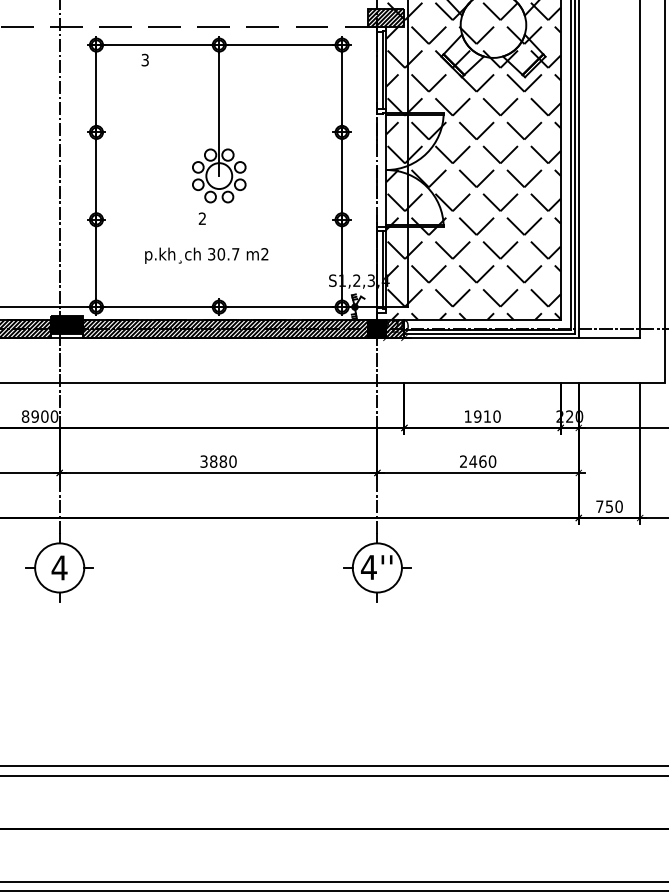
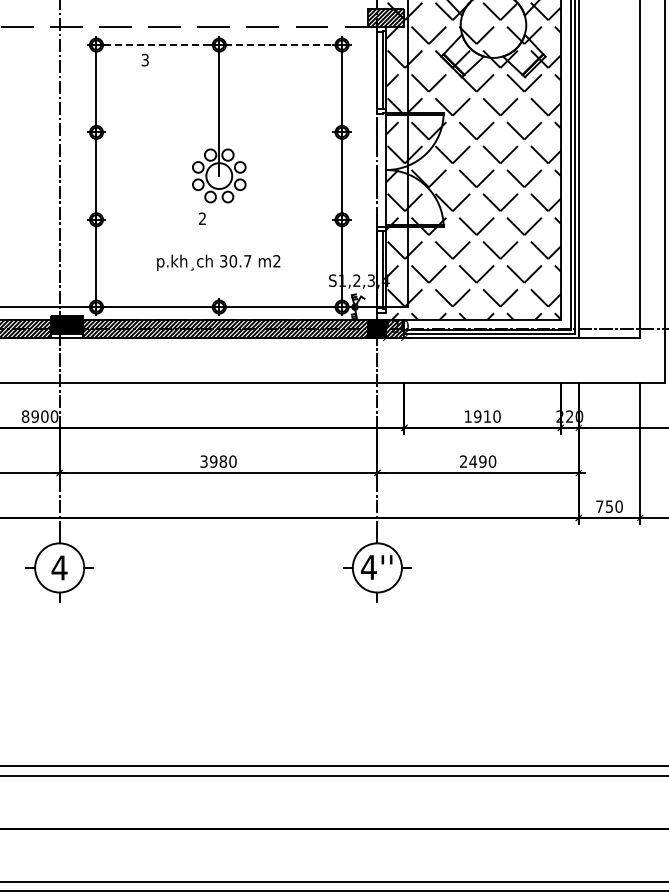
line at (215, 45): solid -> dashed
text at (206, 255) position: (206, 255) -> (218, 262)
text at (213, 461): 3880 -> 3980
text at (482, 461): 2460 -> 2490
